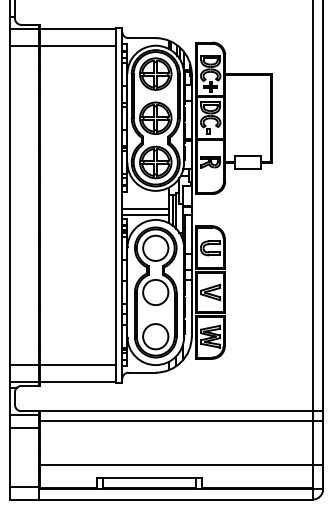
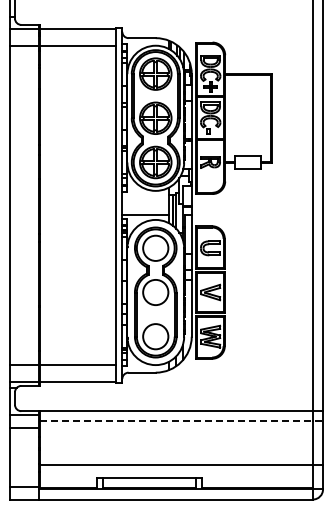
line at (145, 208): present -> none
line at (182, 421): solid -> dashed
